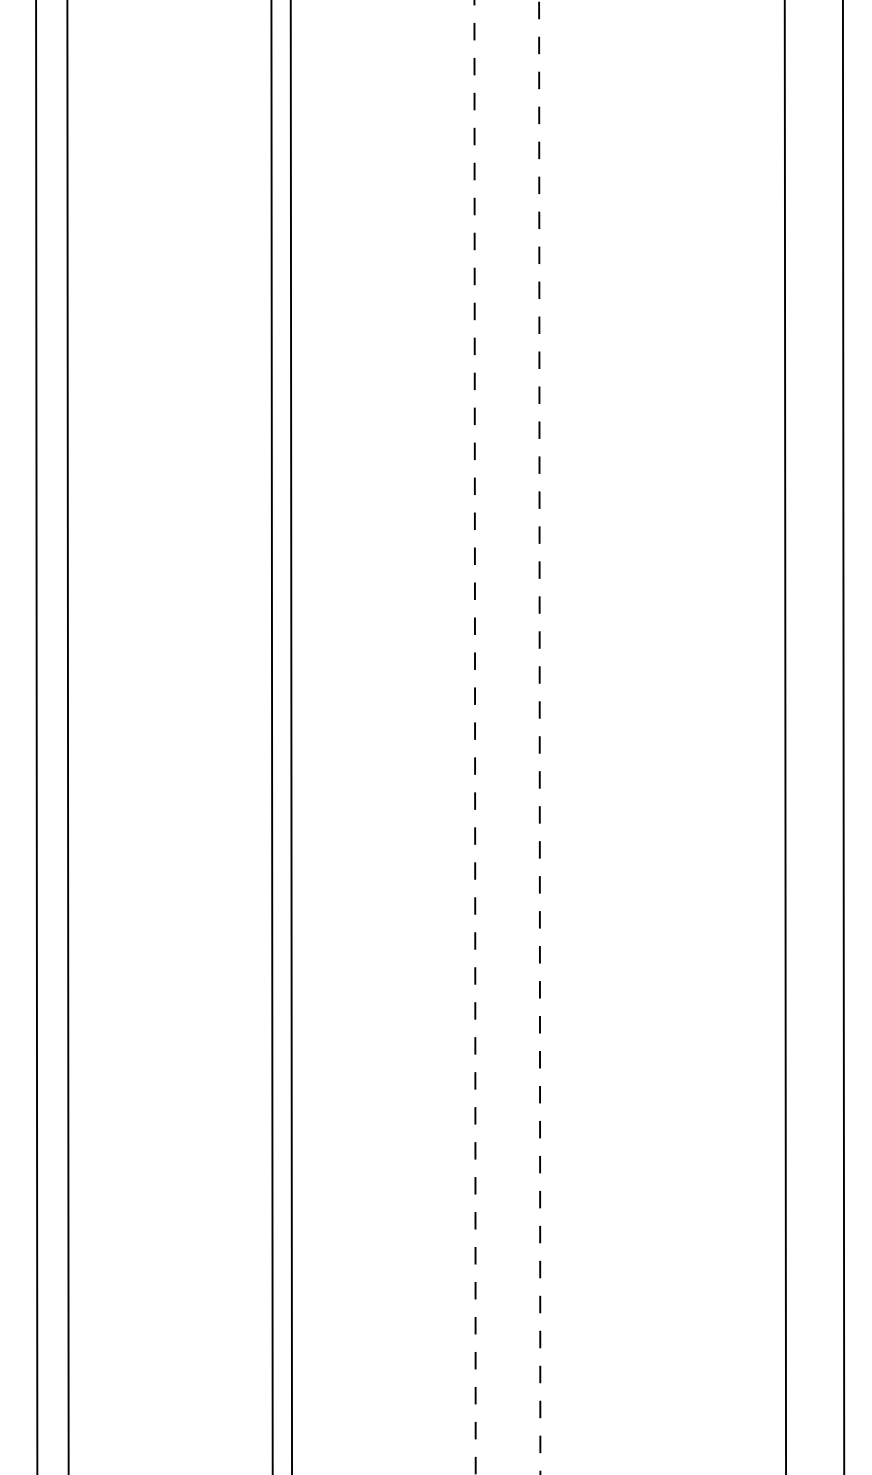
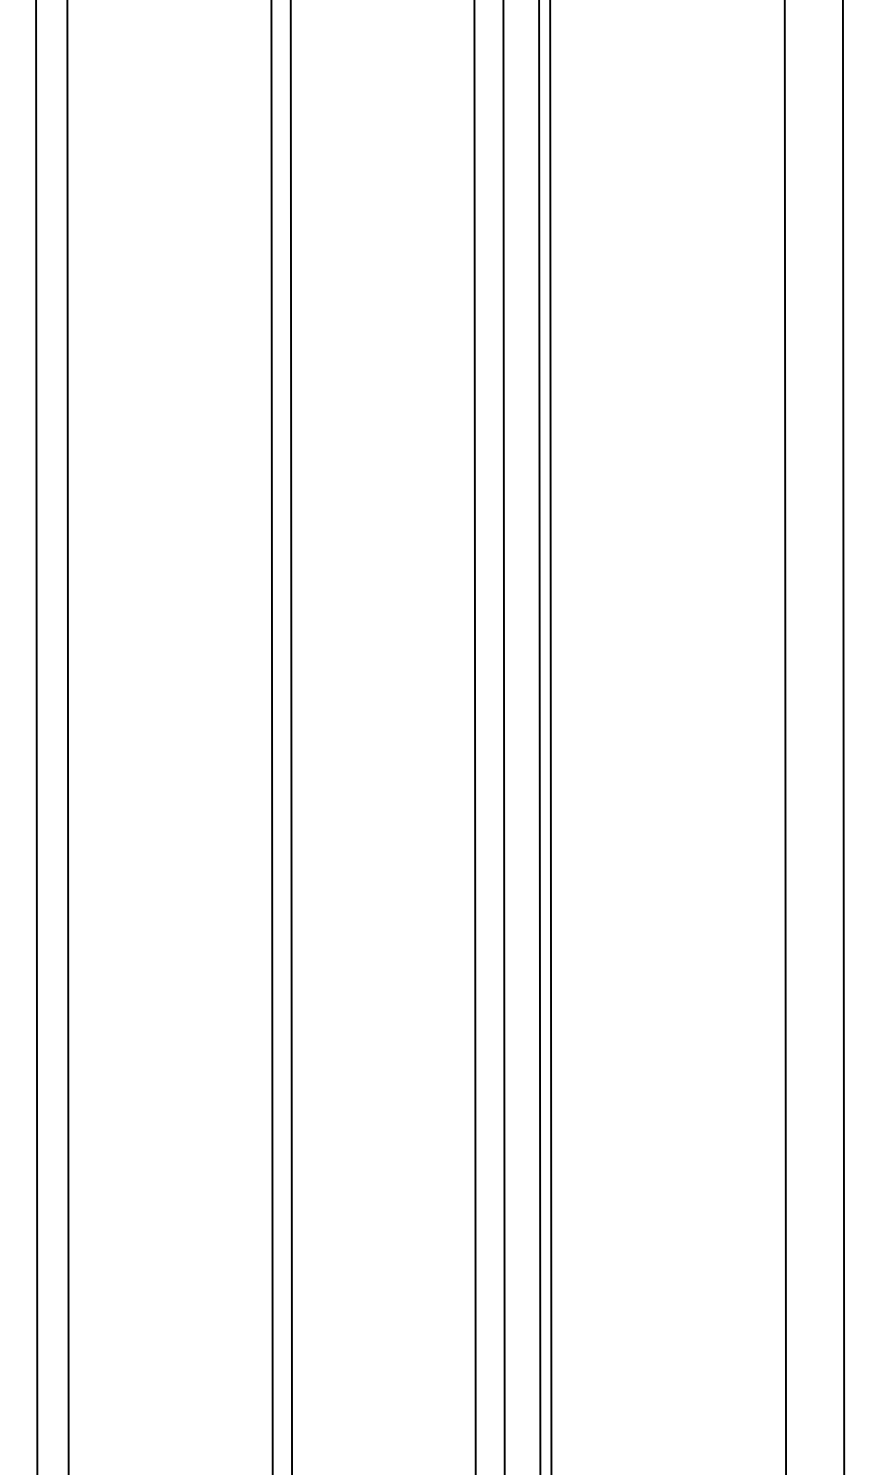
line at (503, 736): none -> present
line at (539, 736): dashed -> solid
line at (550, 736): none -> present
line at (475, 737): dashed -> solid
